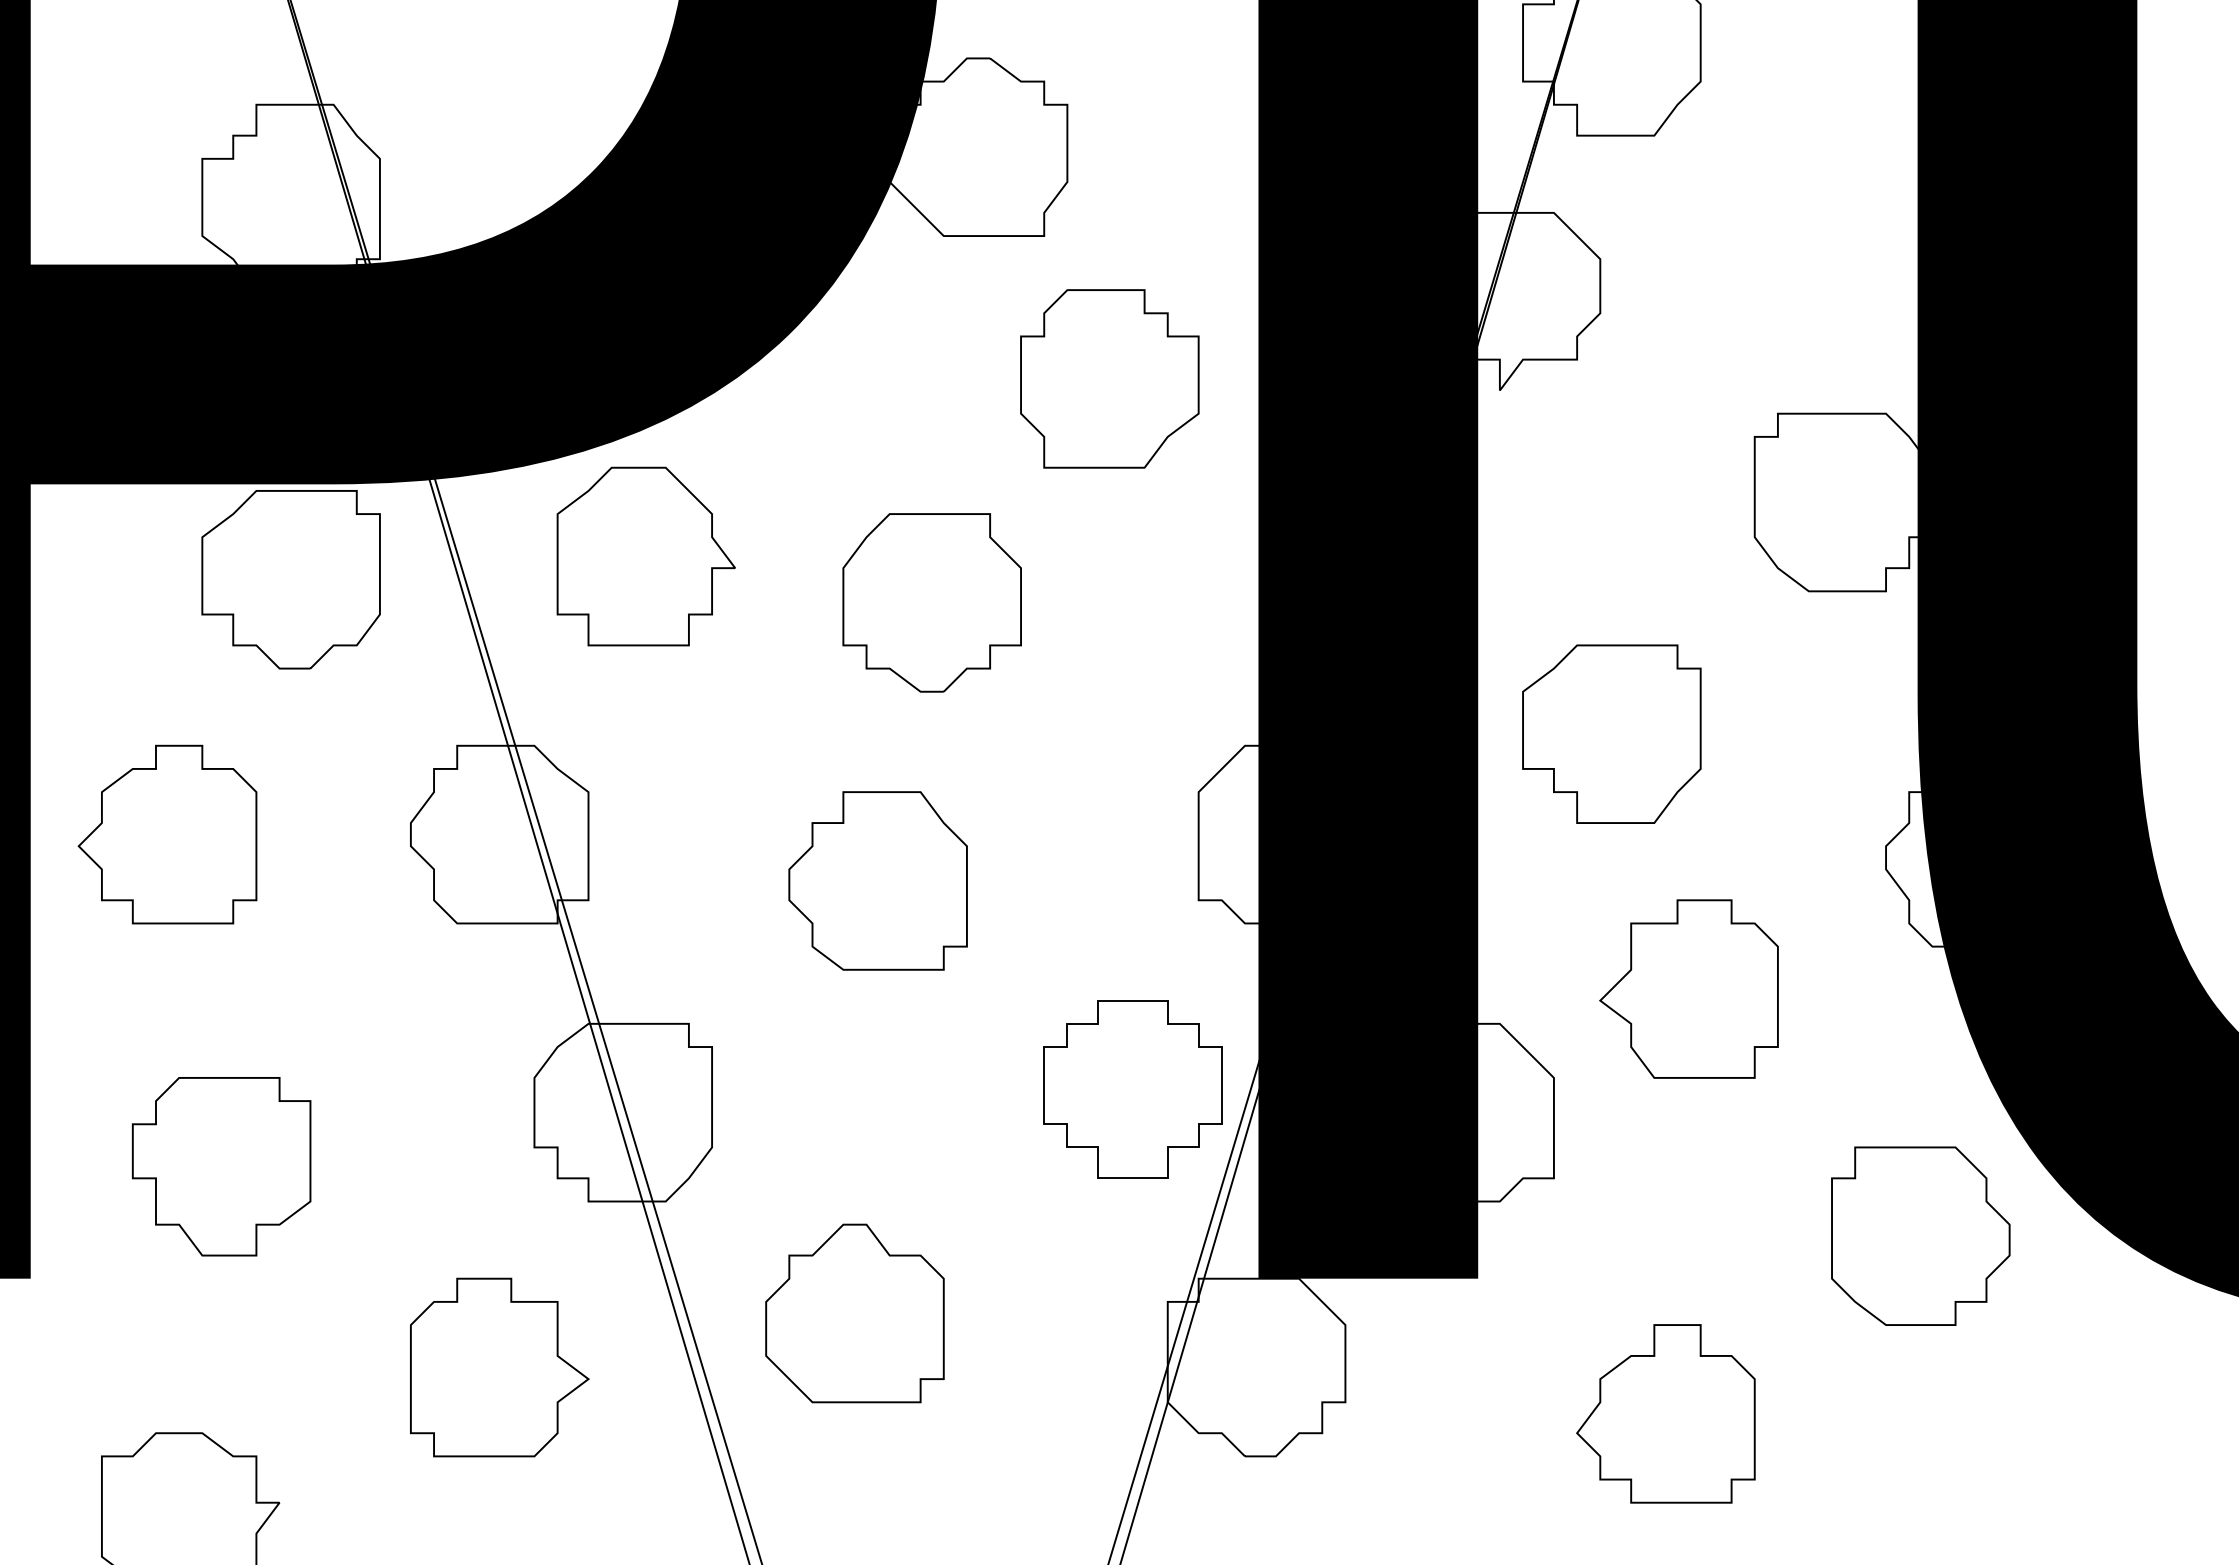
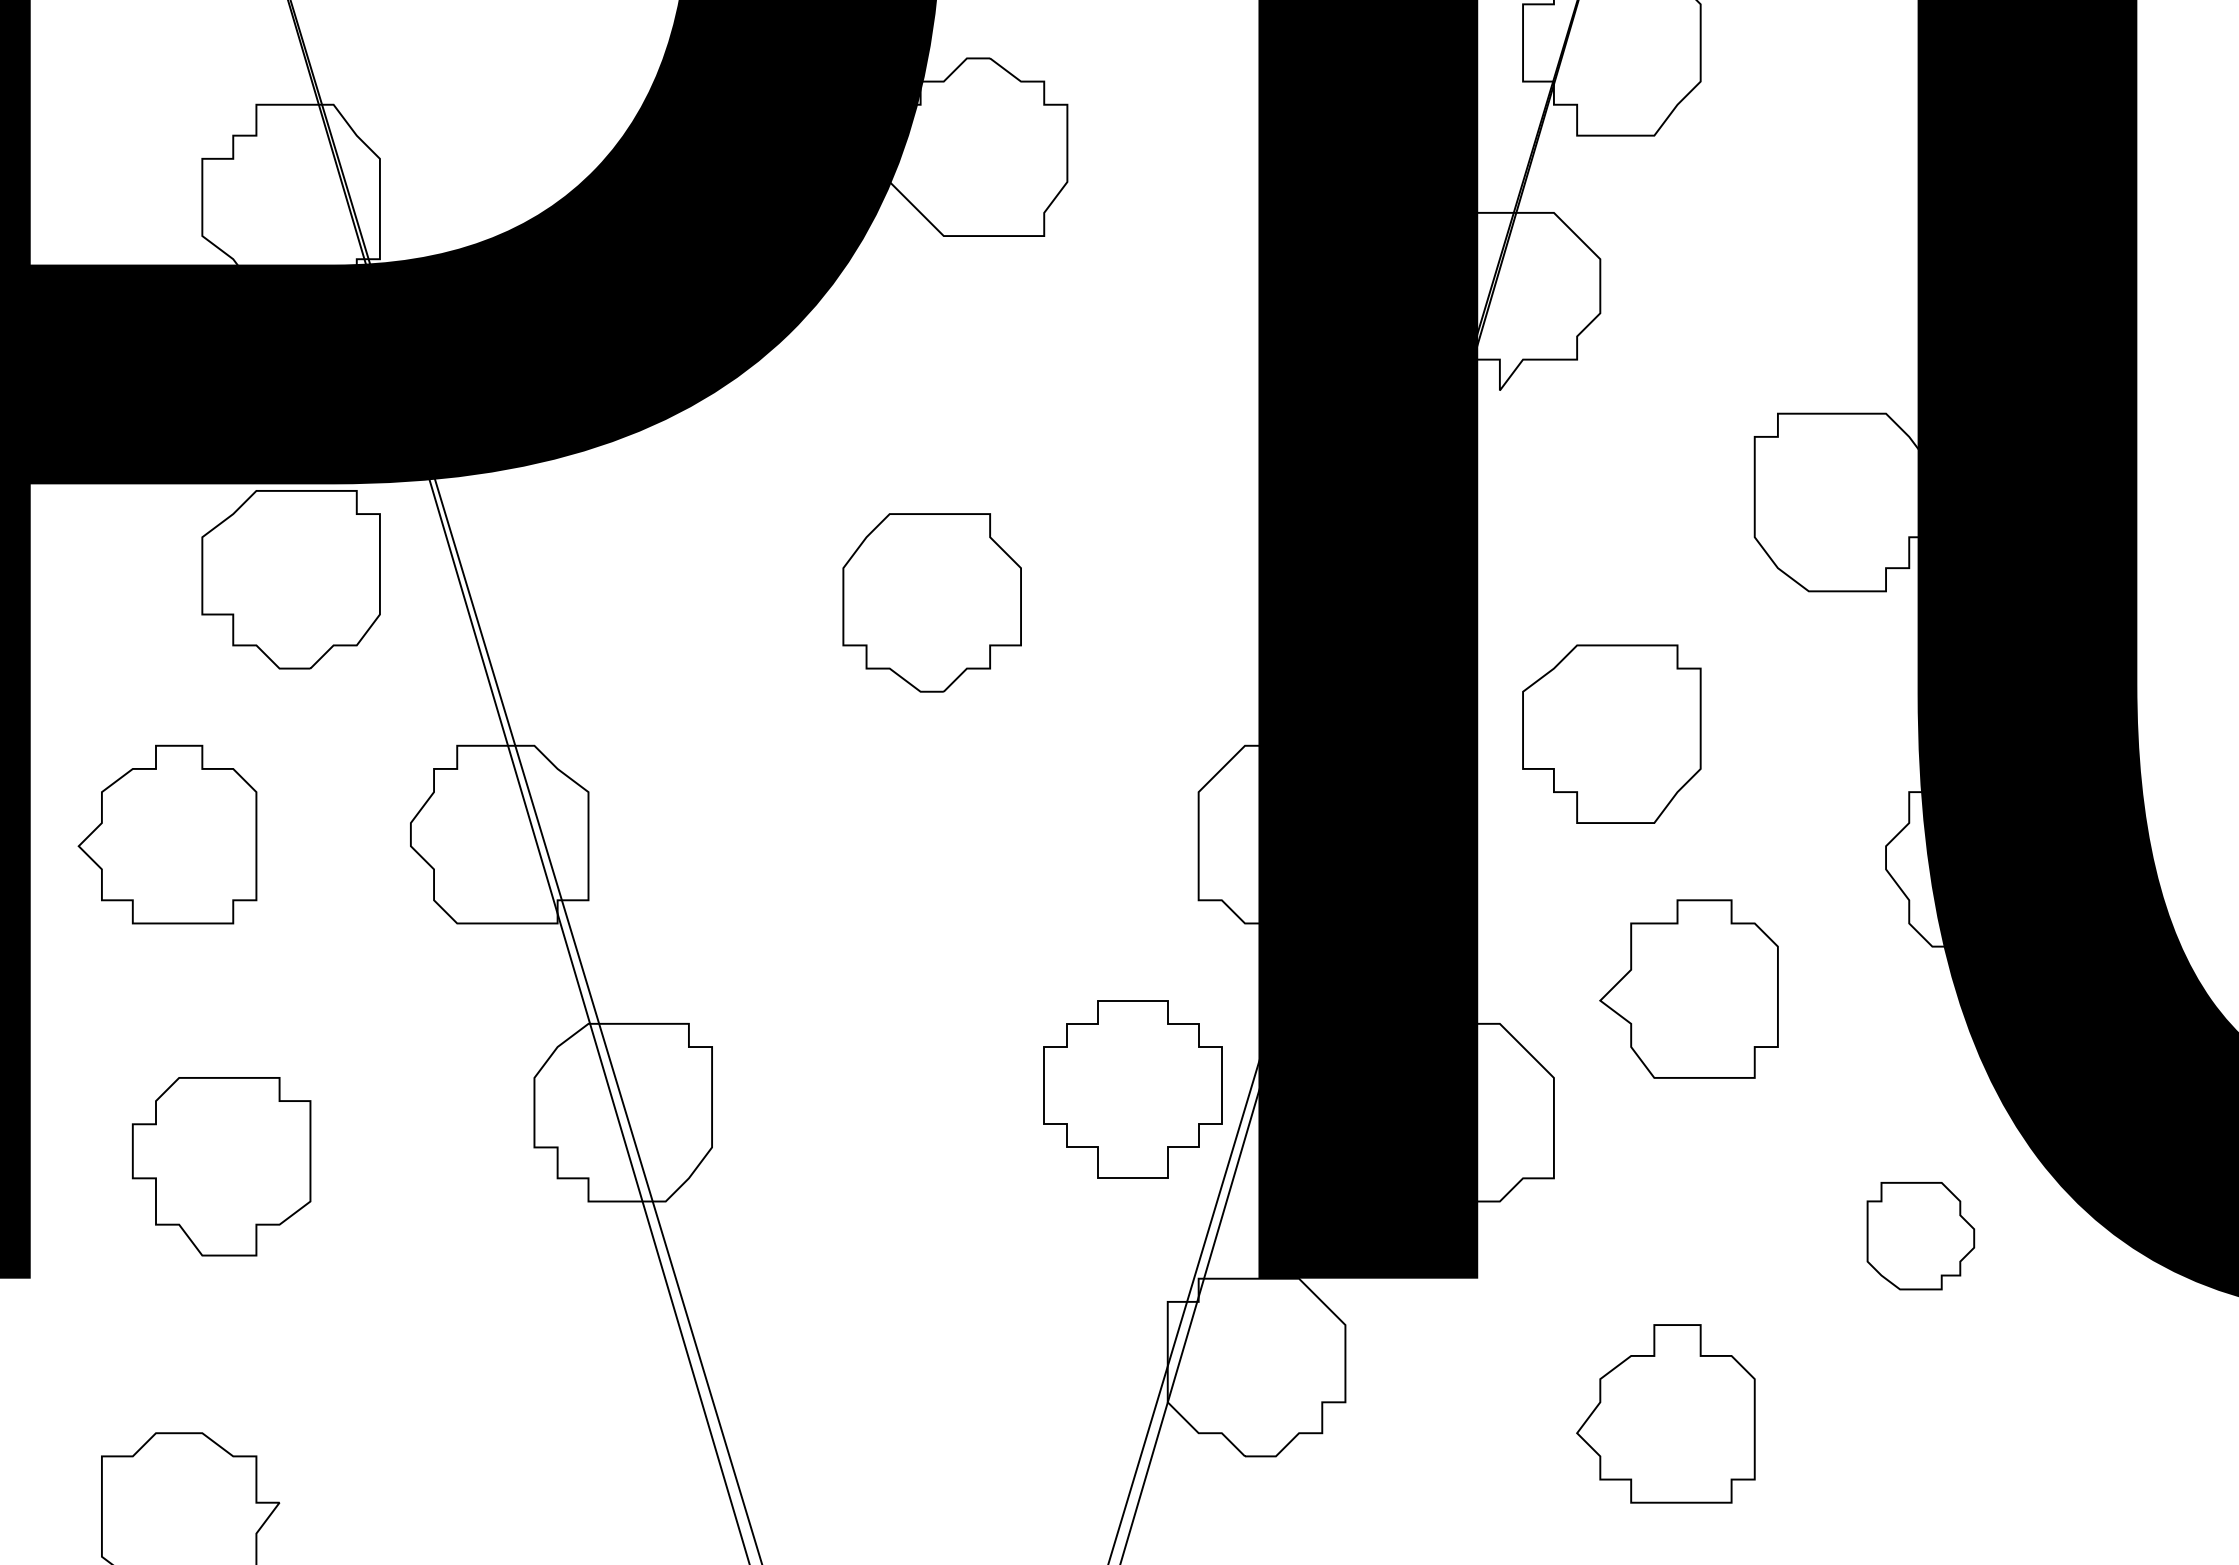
part at (1109, 378): present -> none
part at (645, 556): present -> none
part at (877, 880): present -> none
part at (1920, 1235) size: 180x180 px -> 110x109 px
part at (854, 1313): present -> none
part at (499, 1367): present -> none
